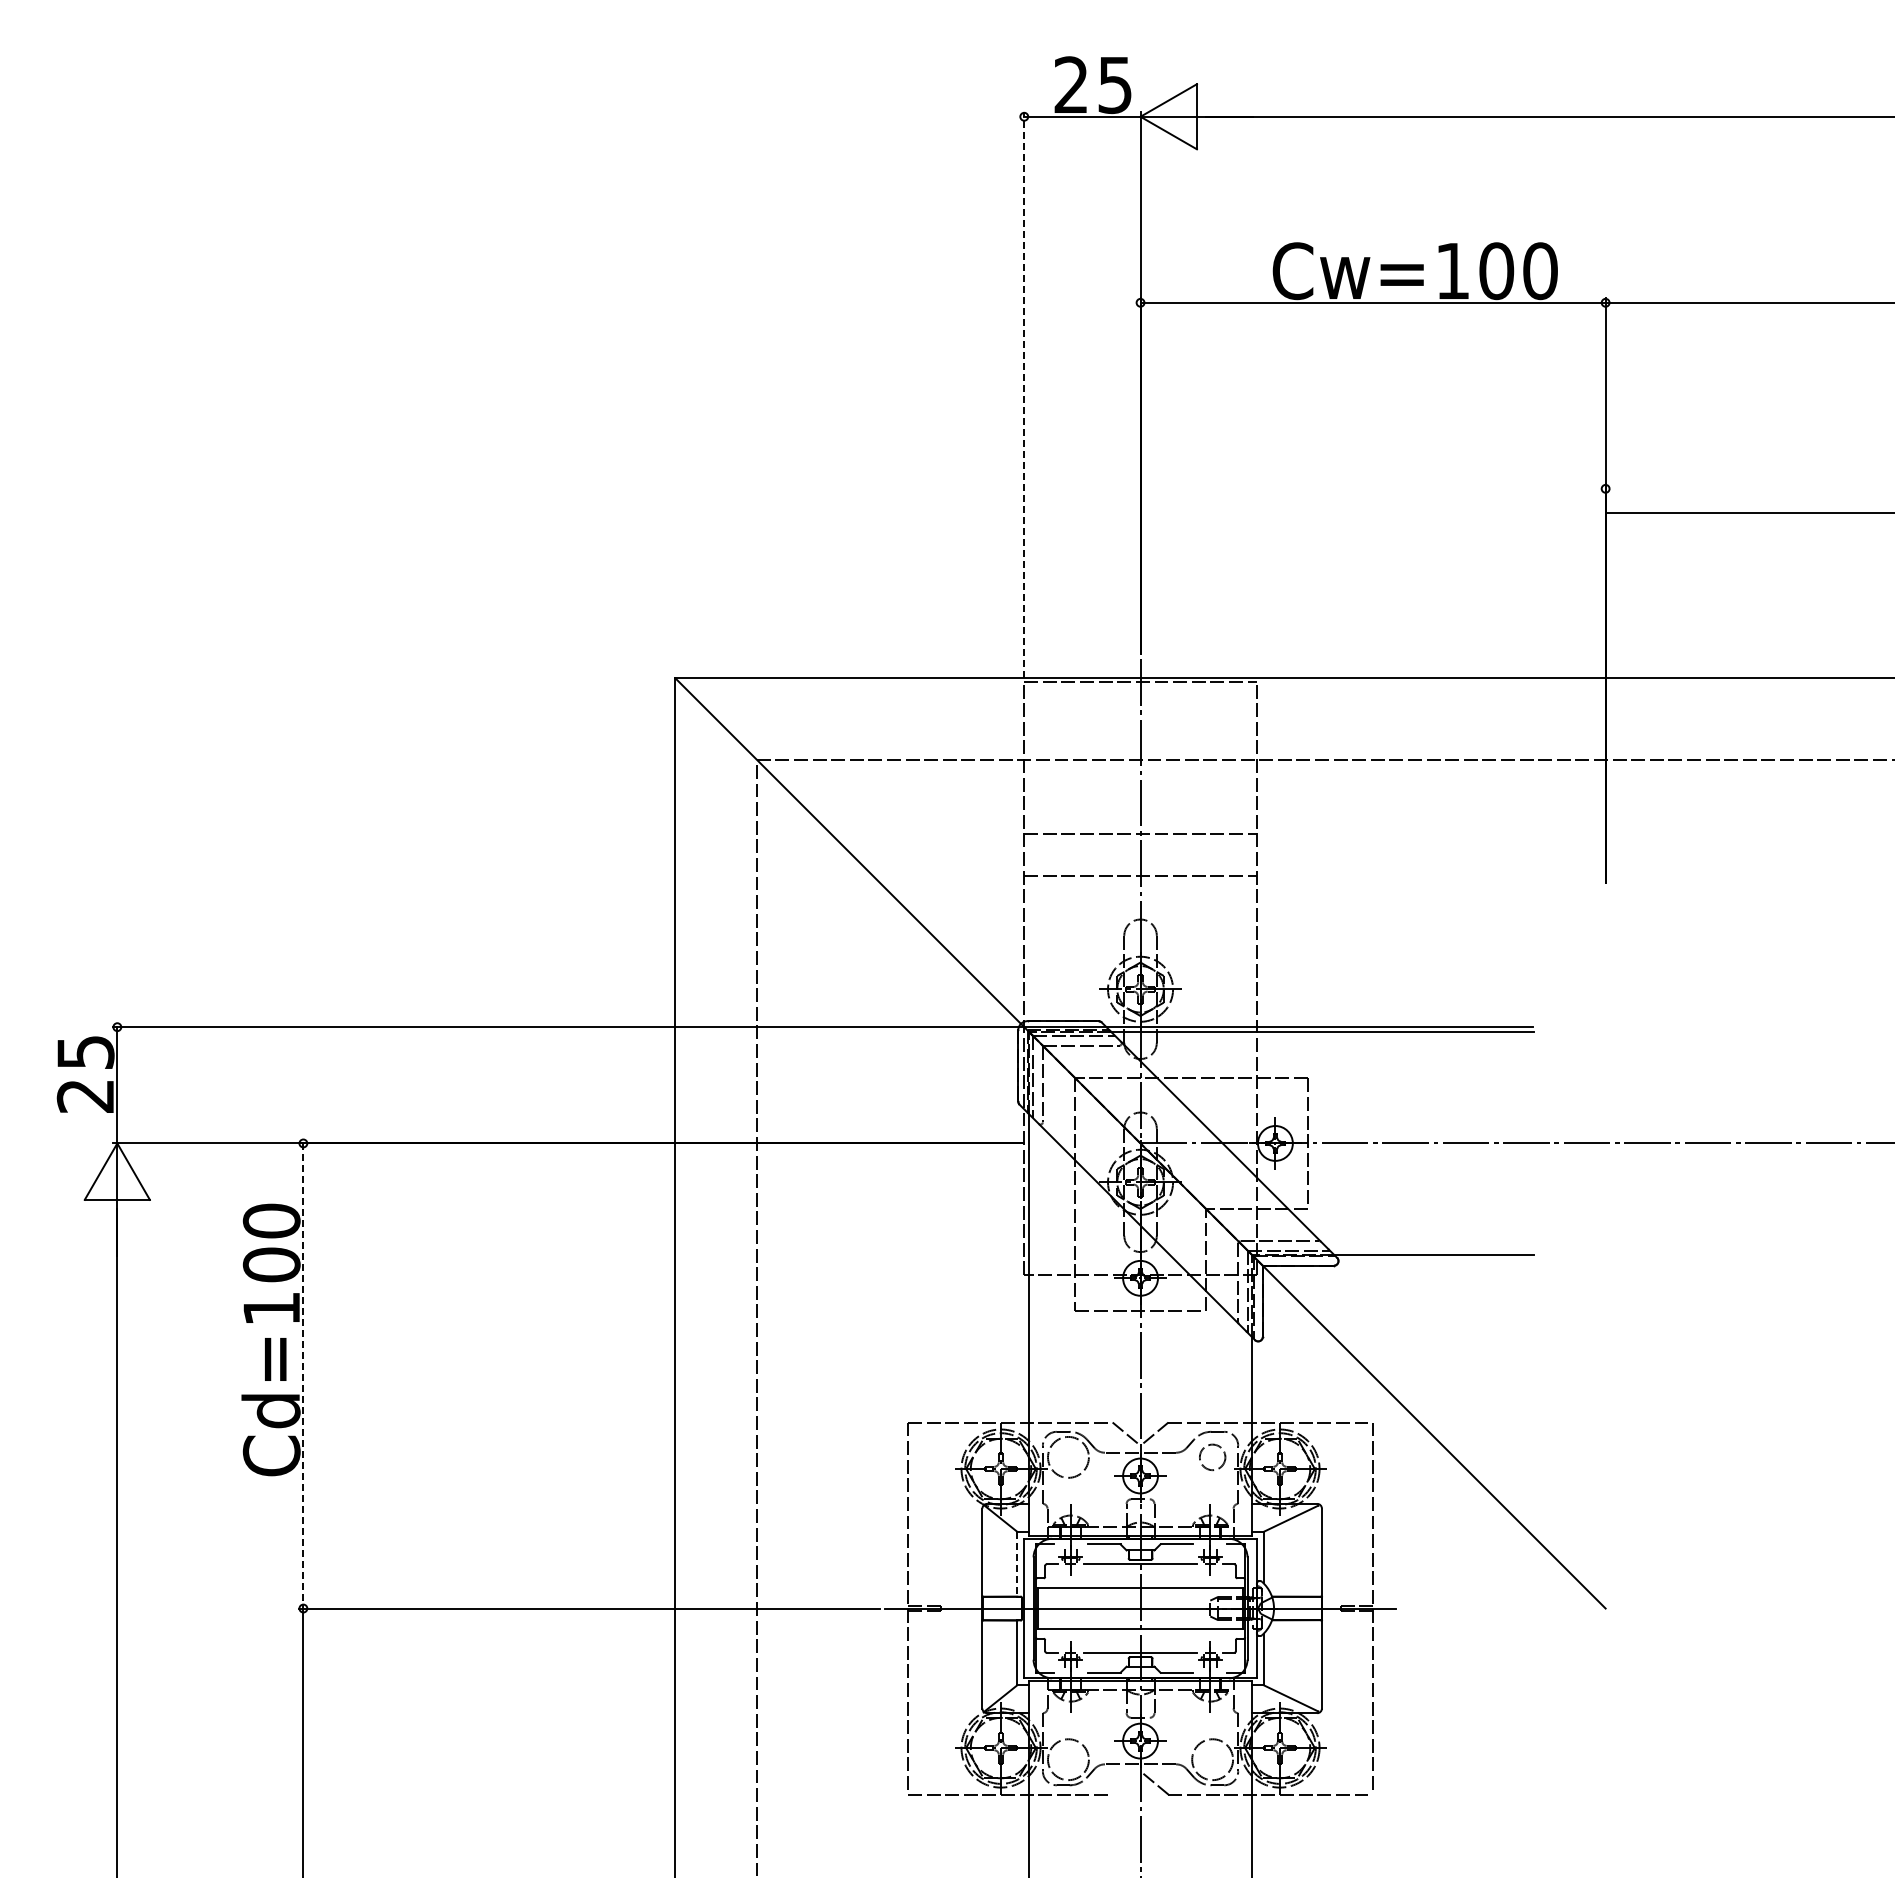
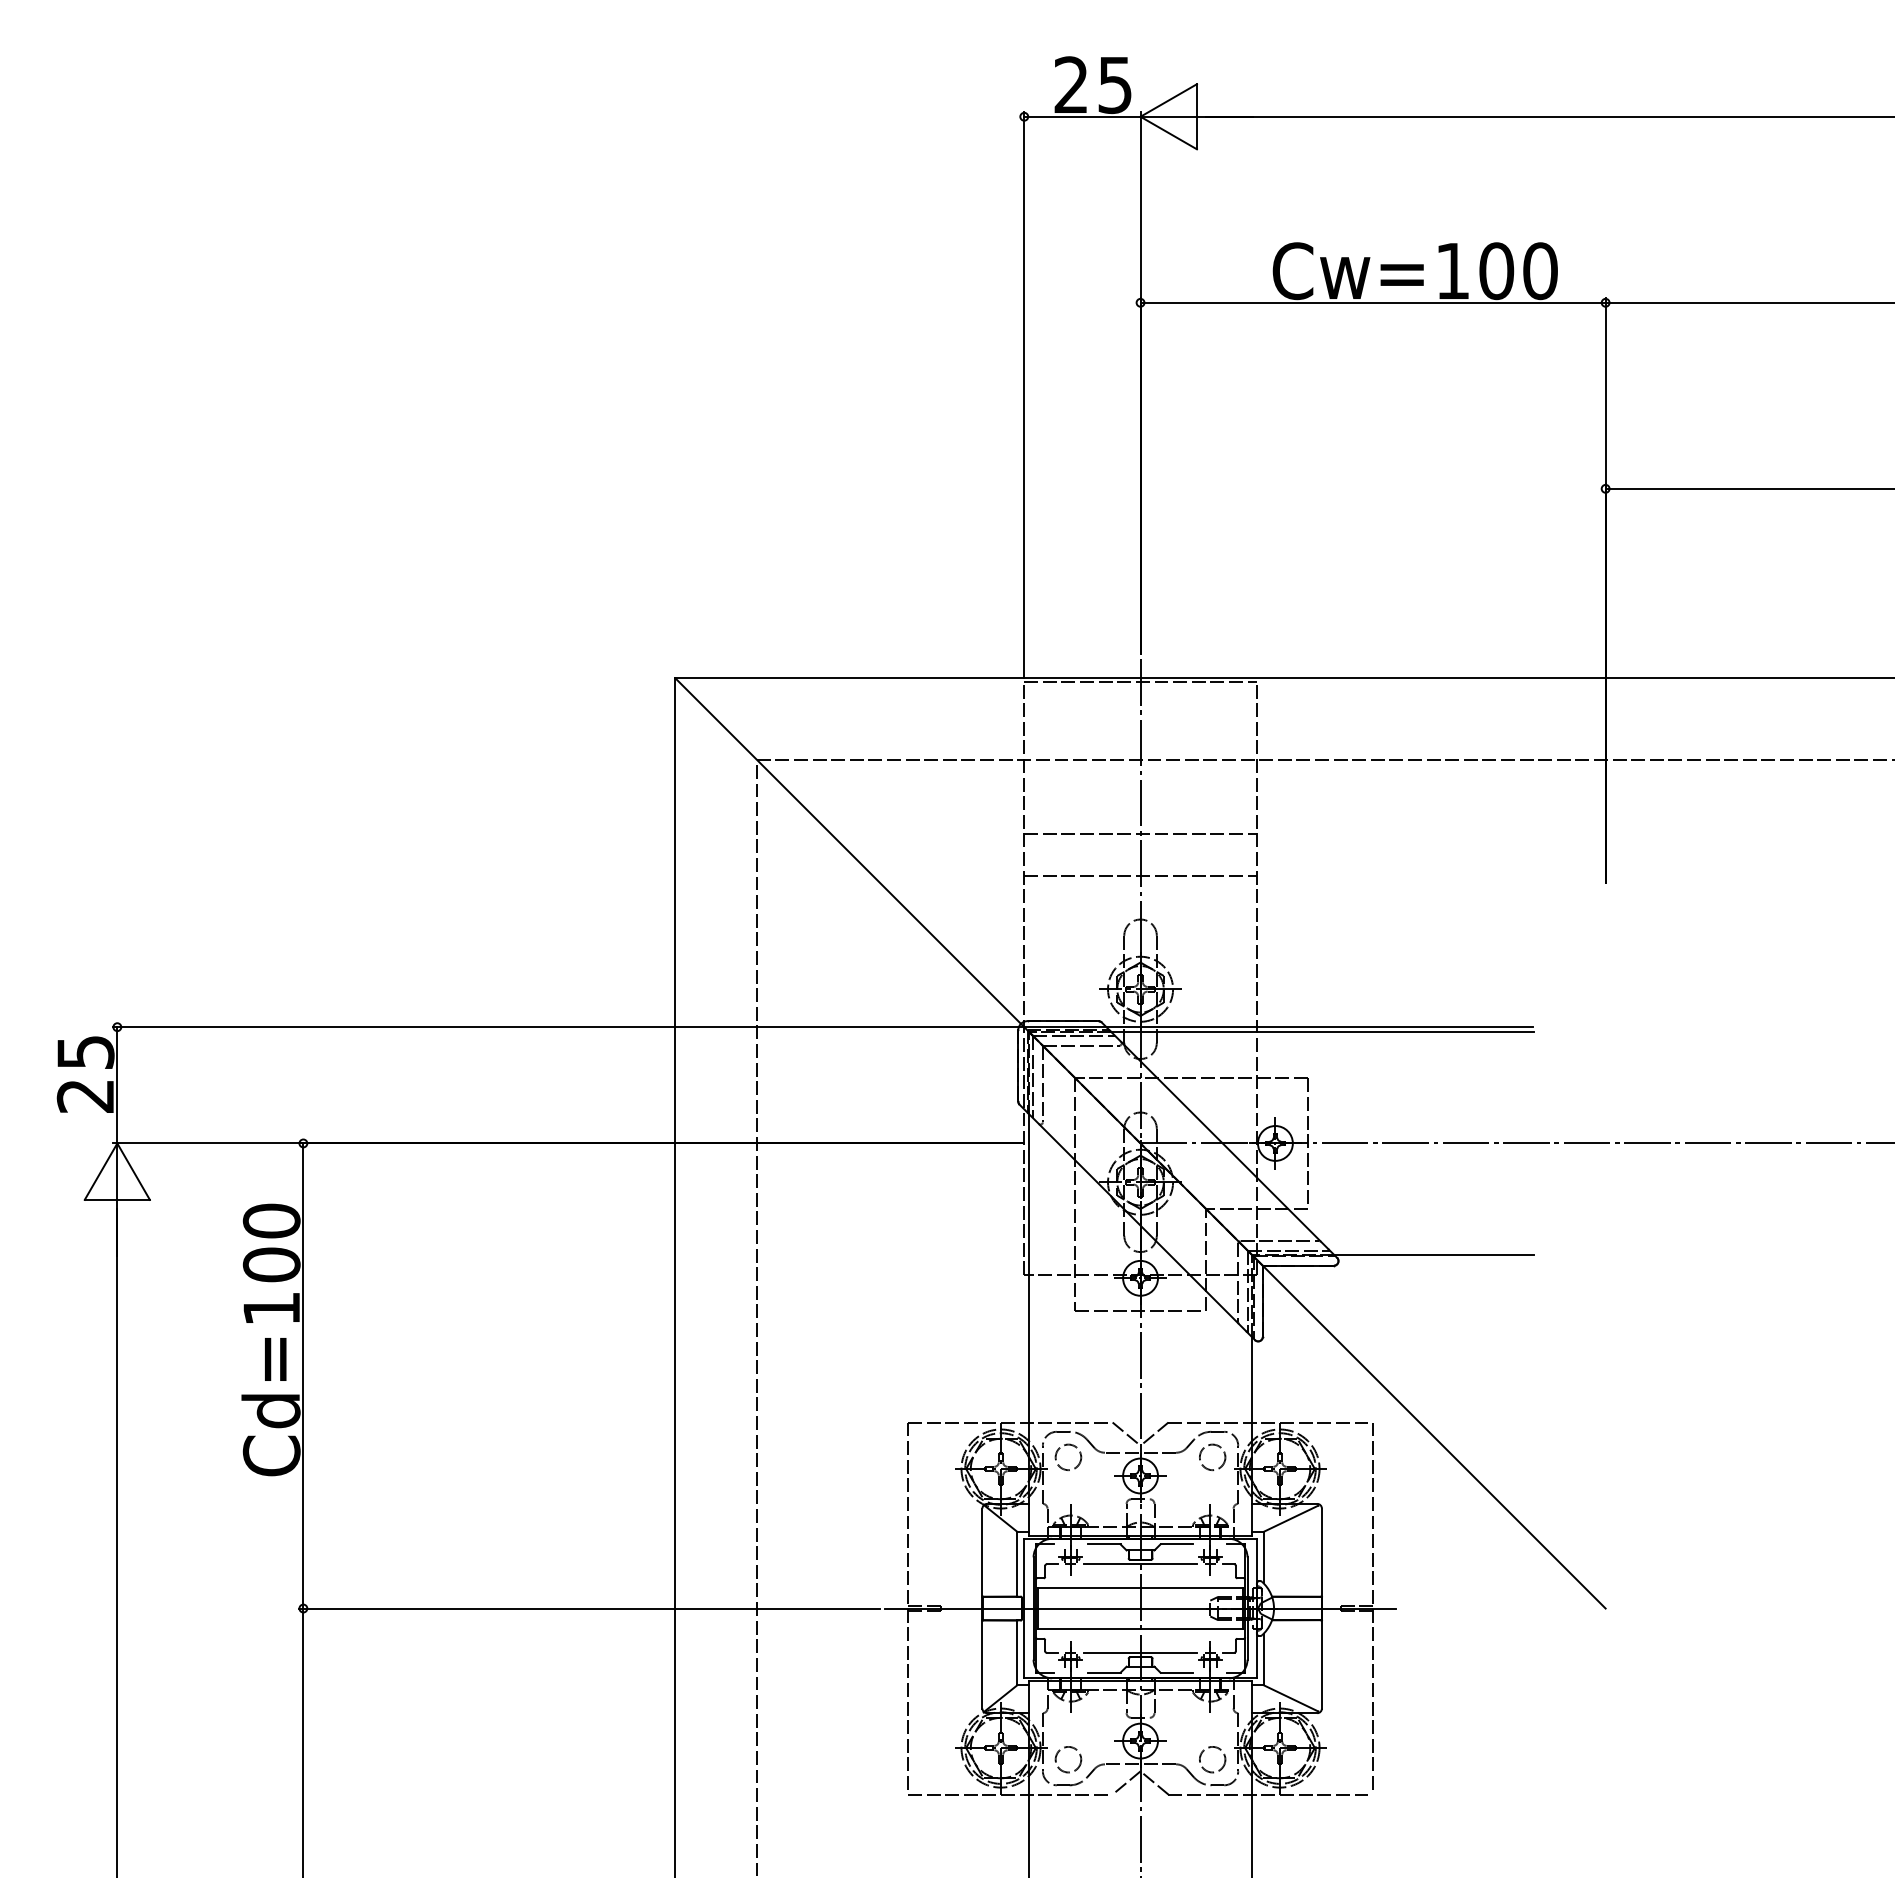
line at (1024, 394): dashed -> solid
line at (1748, 512) position: (1748, 512) -> (1748, 488)
line at (303, 1376): dashed -> solid
circle at (1068, 1456) diameter: 41 px -> 26 px
line at (1017, 1564): dashed -> solid
circle at (1068, 1759) diameter: 41 px -> 26 px
circle at (1212, 1759) diameter: 41 px -> 26 px
line at (1126, 1782): none -> present
